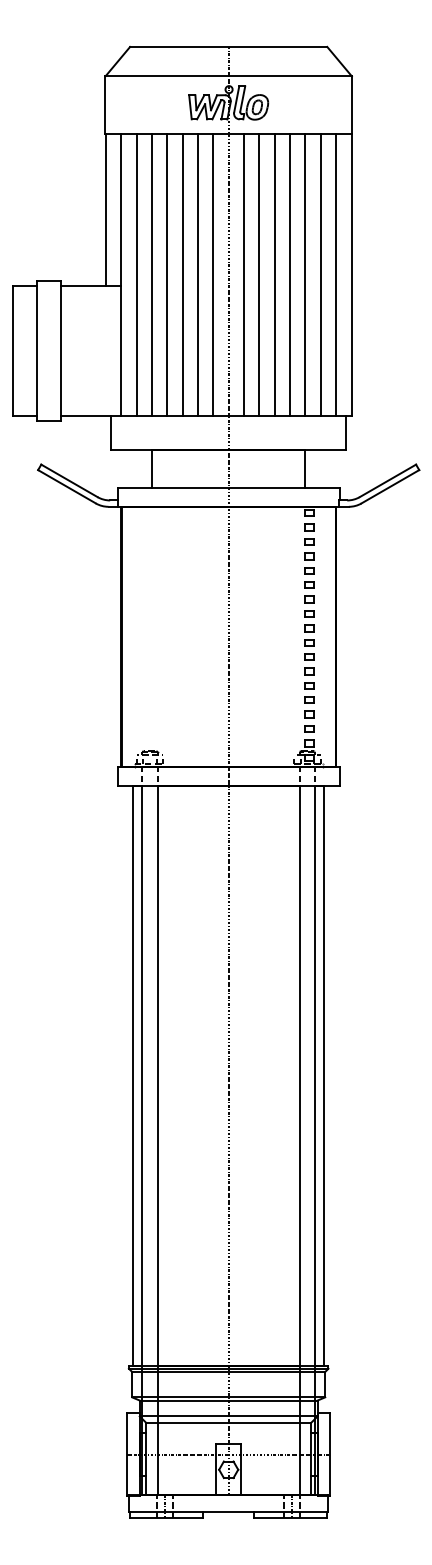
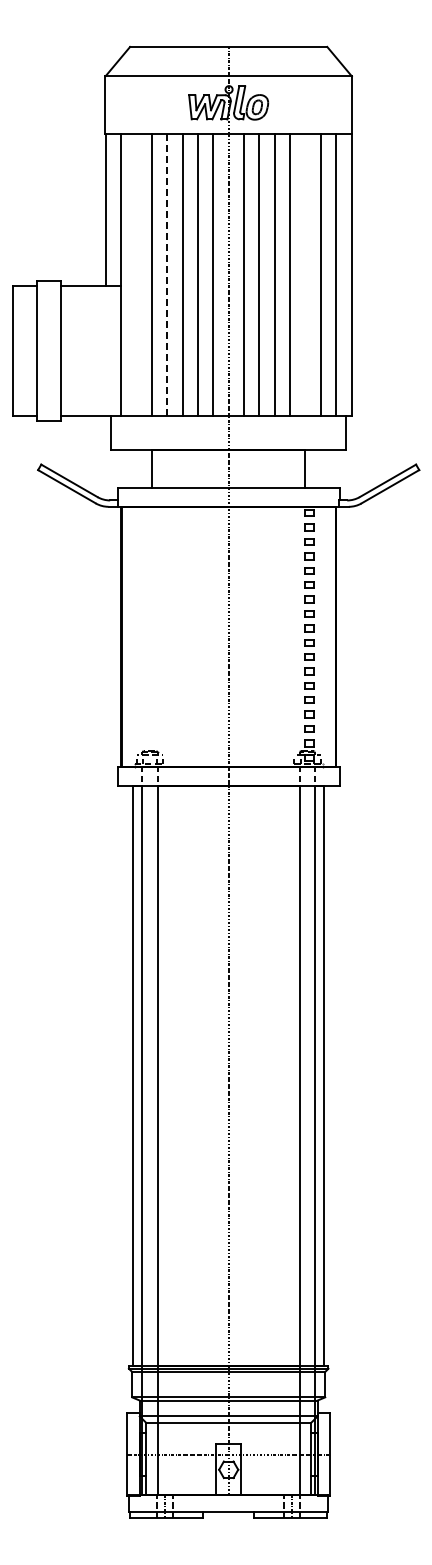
line at (136, 274): present -> none
line at (167, 274): solid -> dashed
line at (305, 274): present -> none
